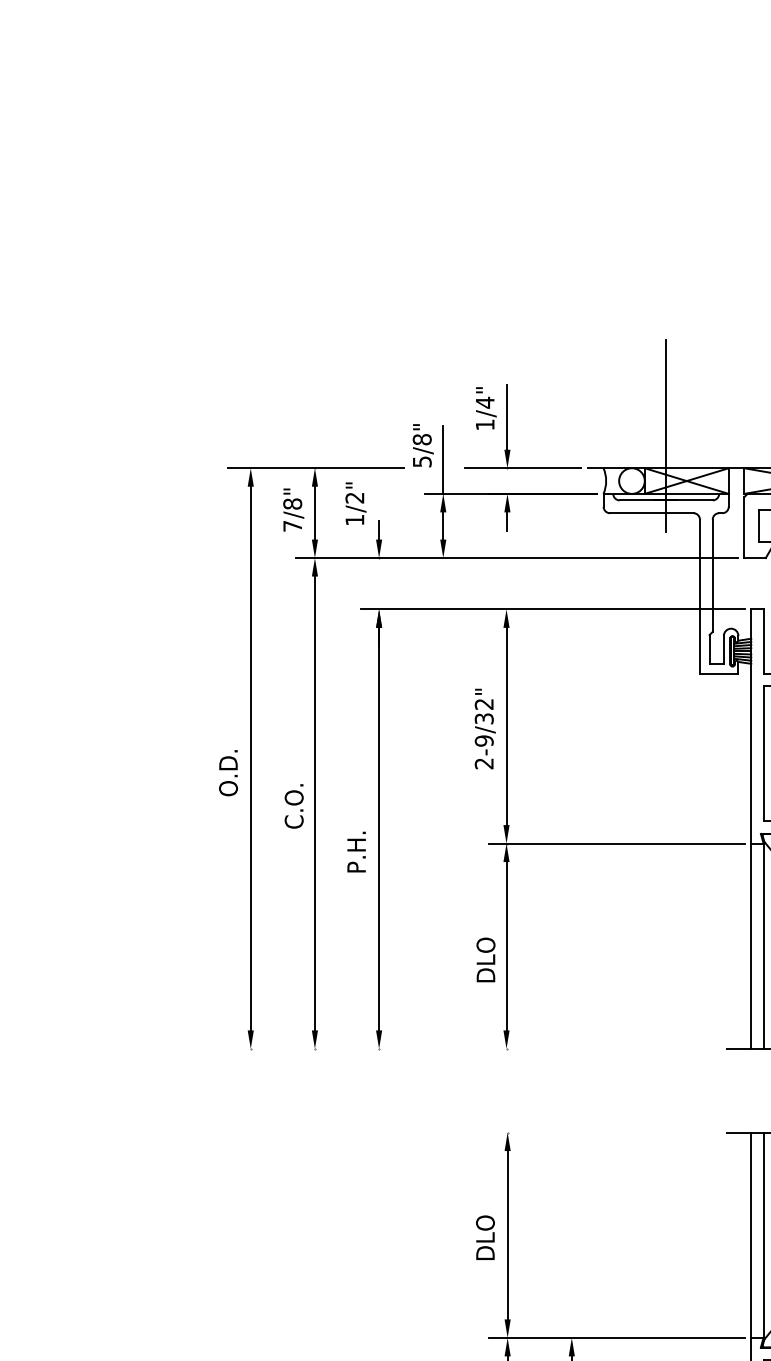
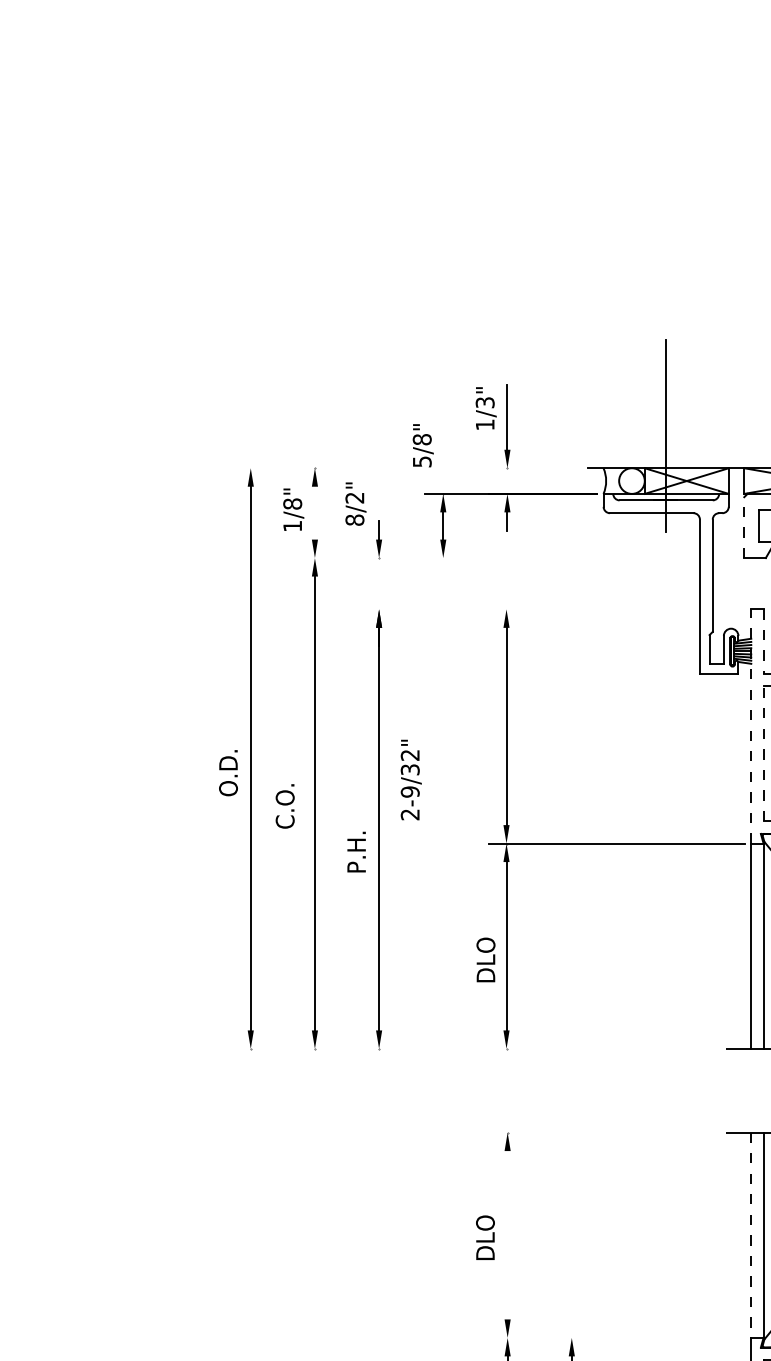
text at (484, 402): 1/4" -> 1/3"
line at (443, 459): present -> none
line at (316, 468): present -> none
line at (522, 468): present -> none
line at (314, 512): present -> none
text at (354, 519): 1/2" -> 8/2"
text at (292, 526): 7/8" -> 1/8"
line at (744, 527): solid -> dashed
line at (516, 558): present -> none
line at (552, 609): present -> none
line at (764, 641): solid -> dashed
line at (751, 726): solid -> dashed
text at (484, 728) position: (484, 728) -> (410, 779)
line at (764, 753): solid -> dashed
text at (293, 806) position: (293, 806) -> (284, 806)
line at (507, 1235): present -> none
line at (751, 1235): solid -> dashed
line at (617, 1337): present -> none
